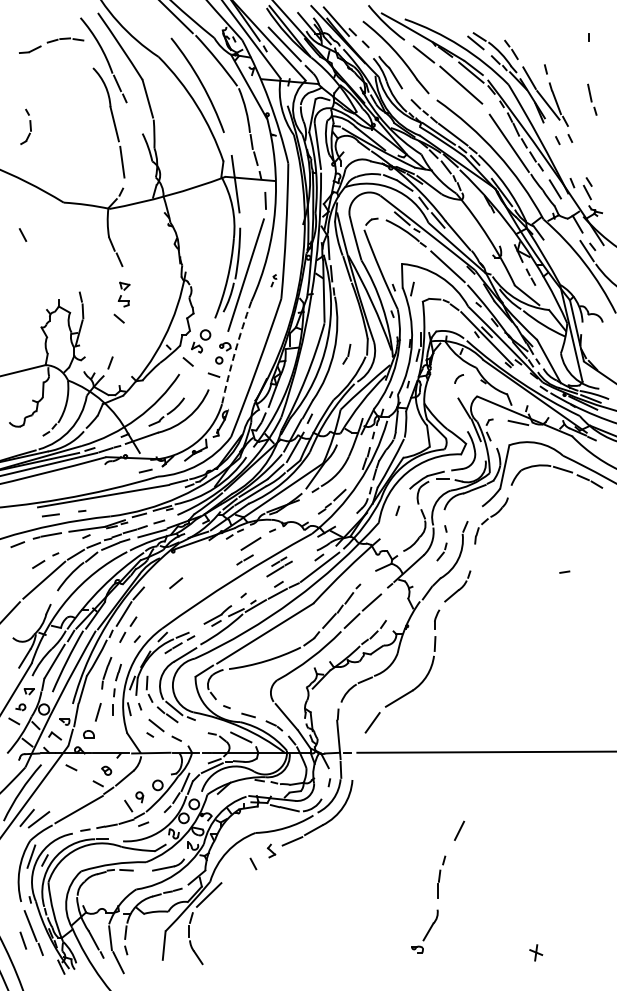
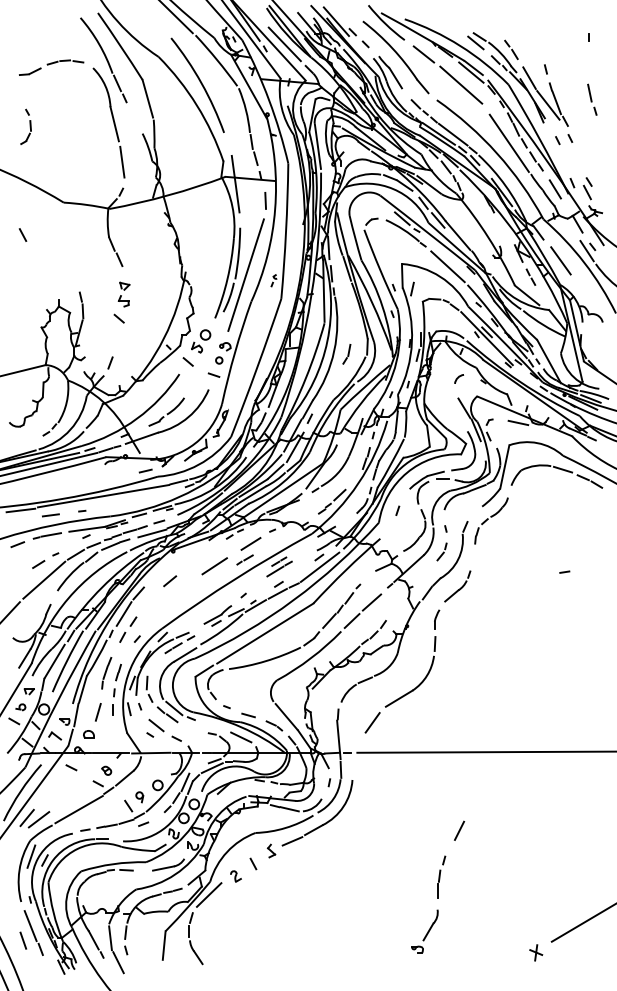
part at (51, 45) position: (51, 45) -> (51, 67)
line at (560, 260): none -> present
arc at (235, 352): dashed -> solid
line at (20, 510): none -> present
line at (214, 566): none -> present
line at (176, 583) position: (176, 583) -> (170, 581)
part at (235, 876): none -> present
line at (582, 923): none -> present
